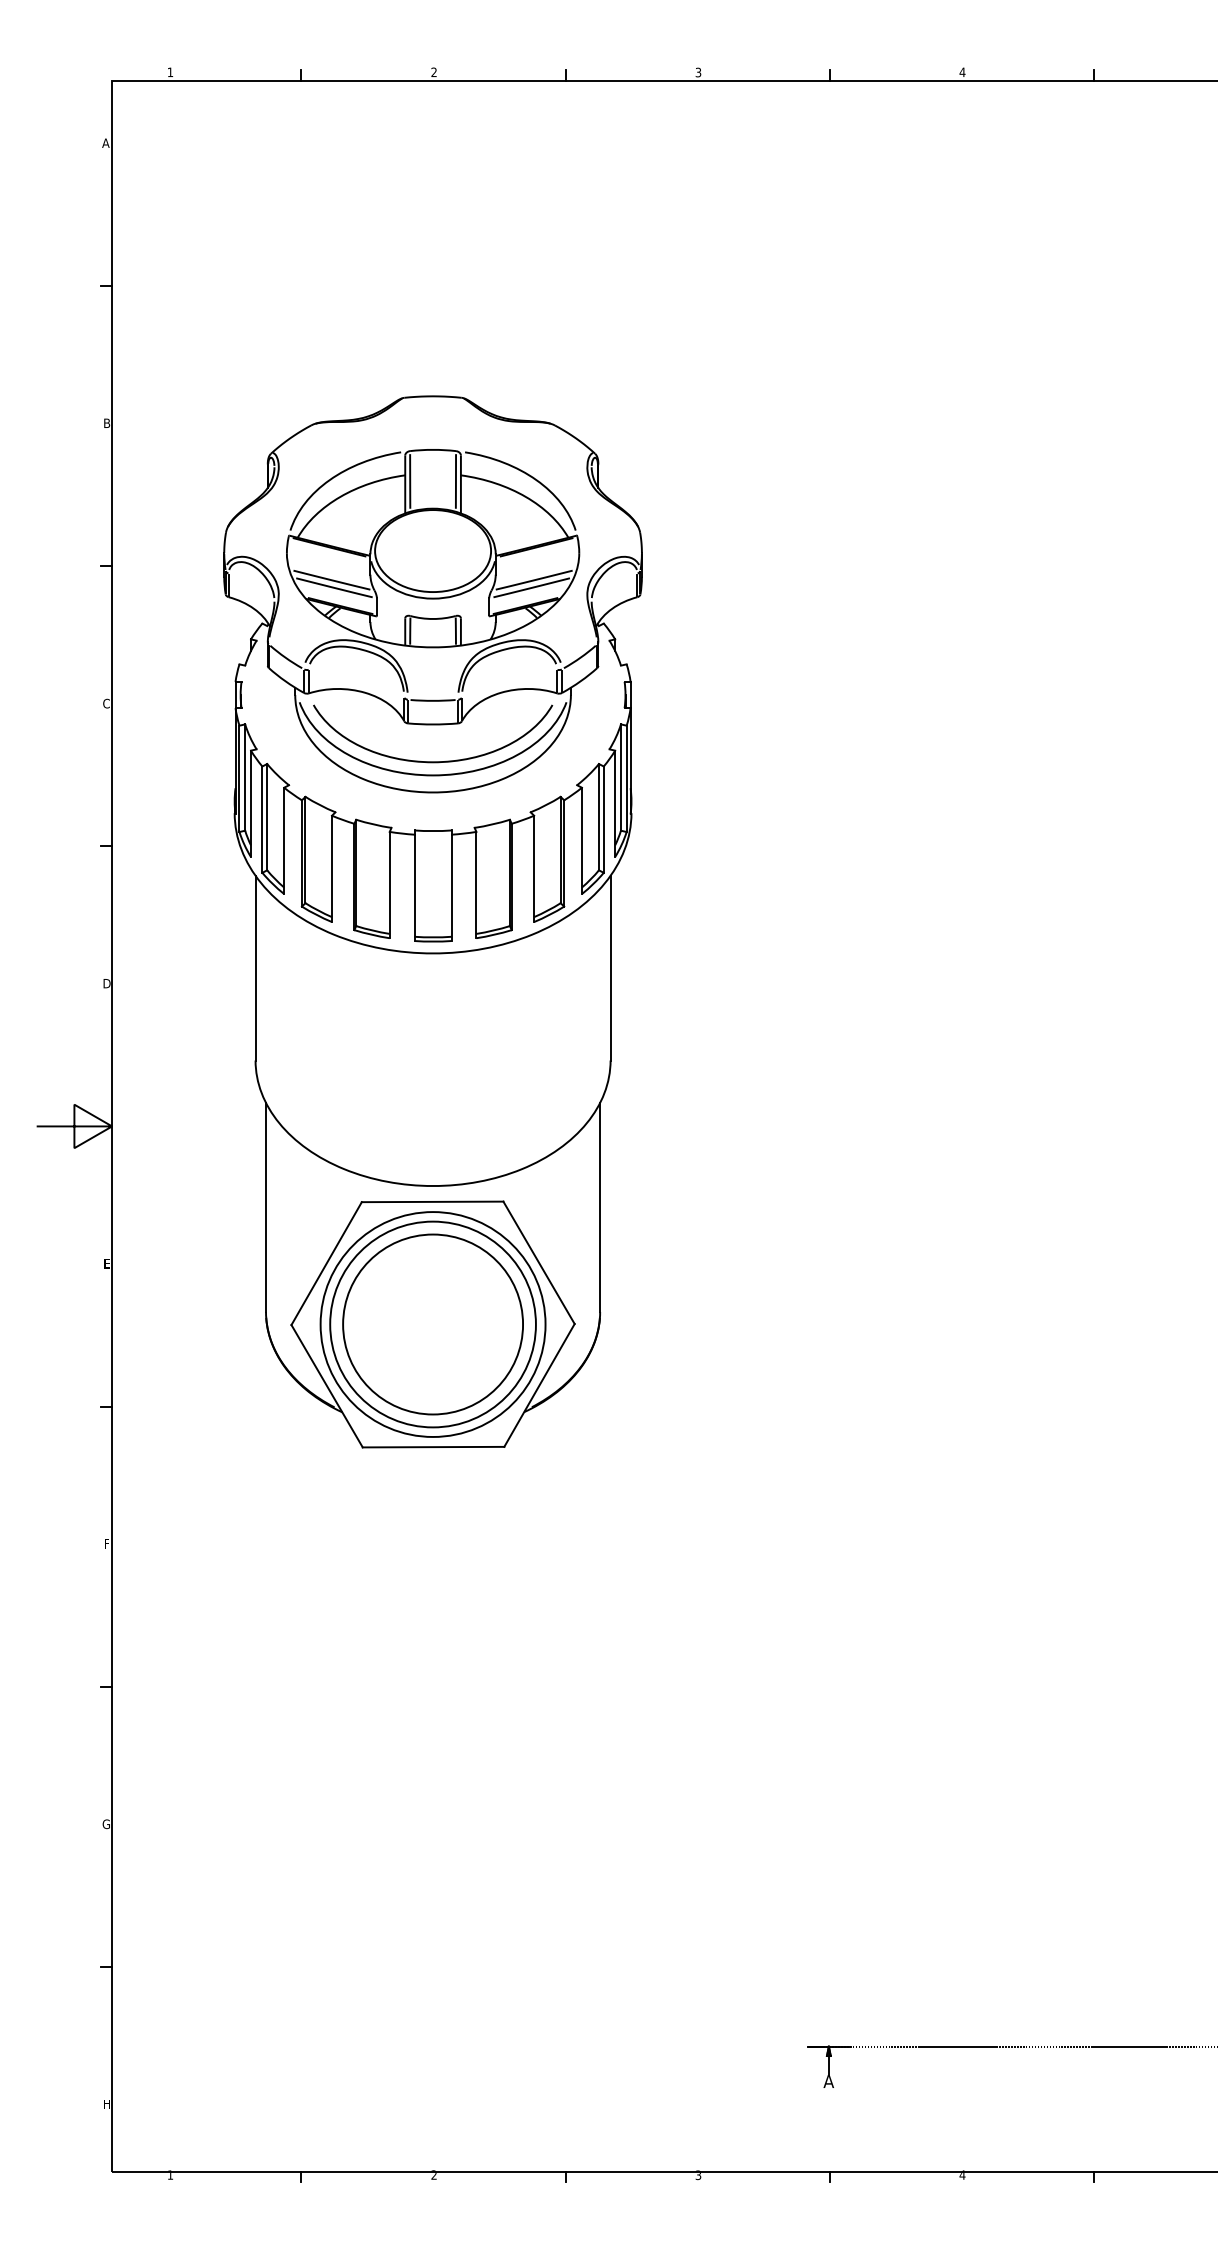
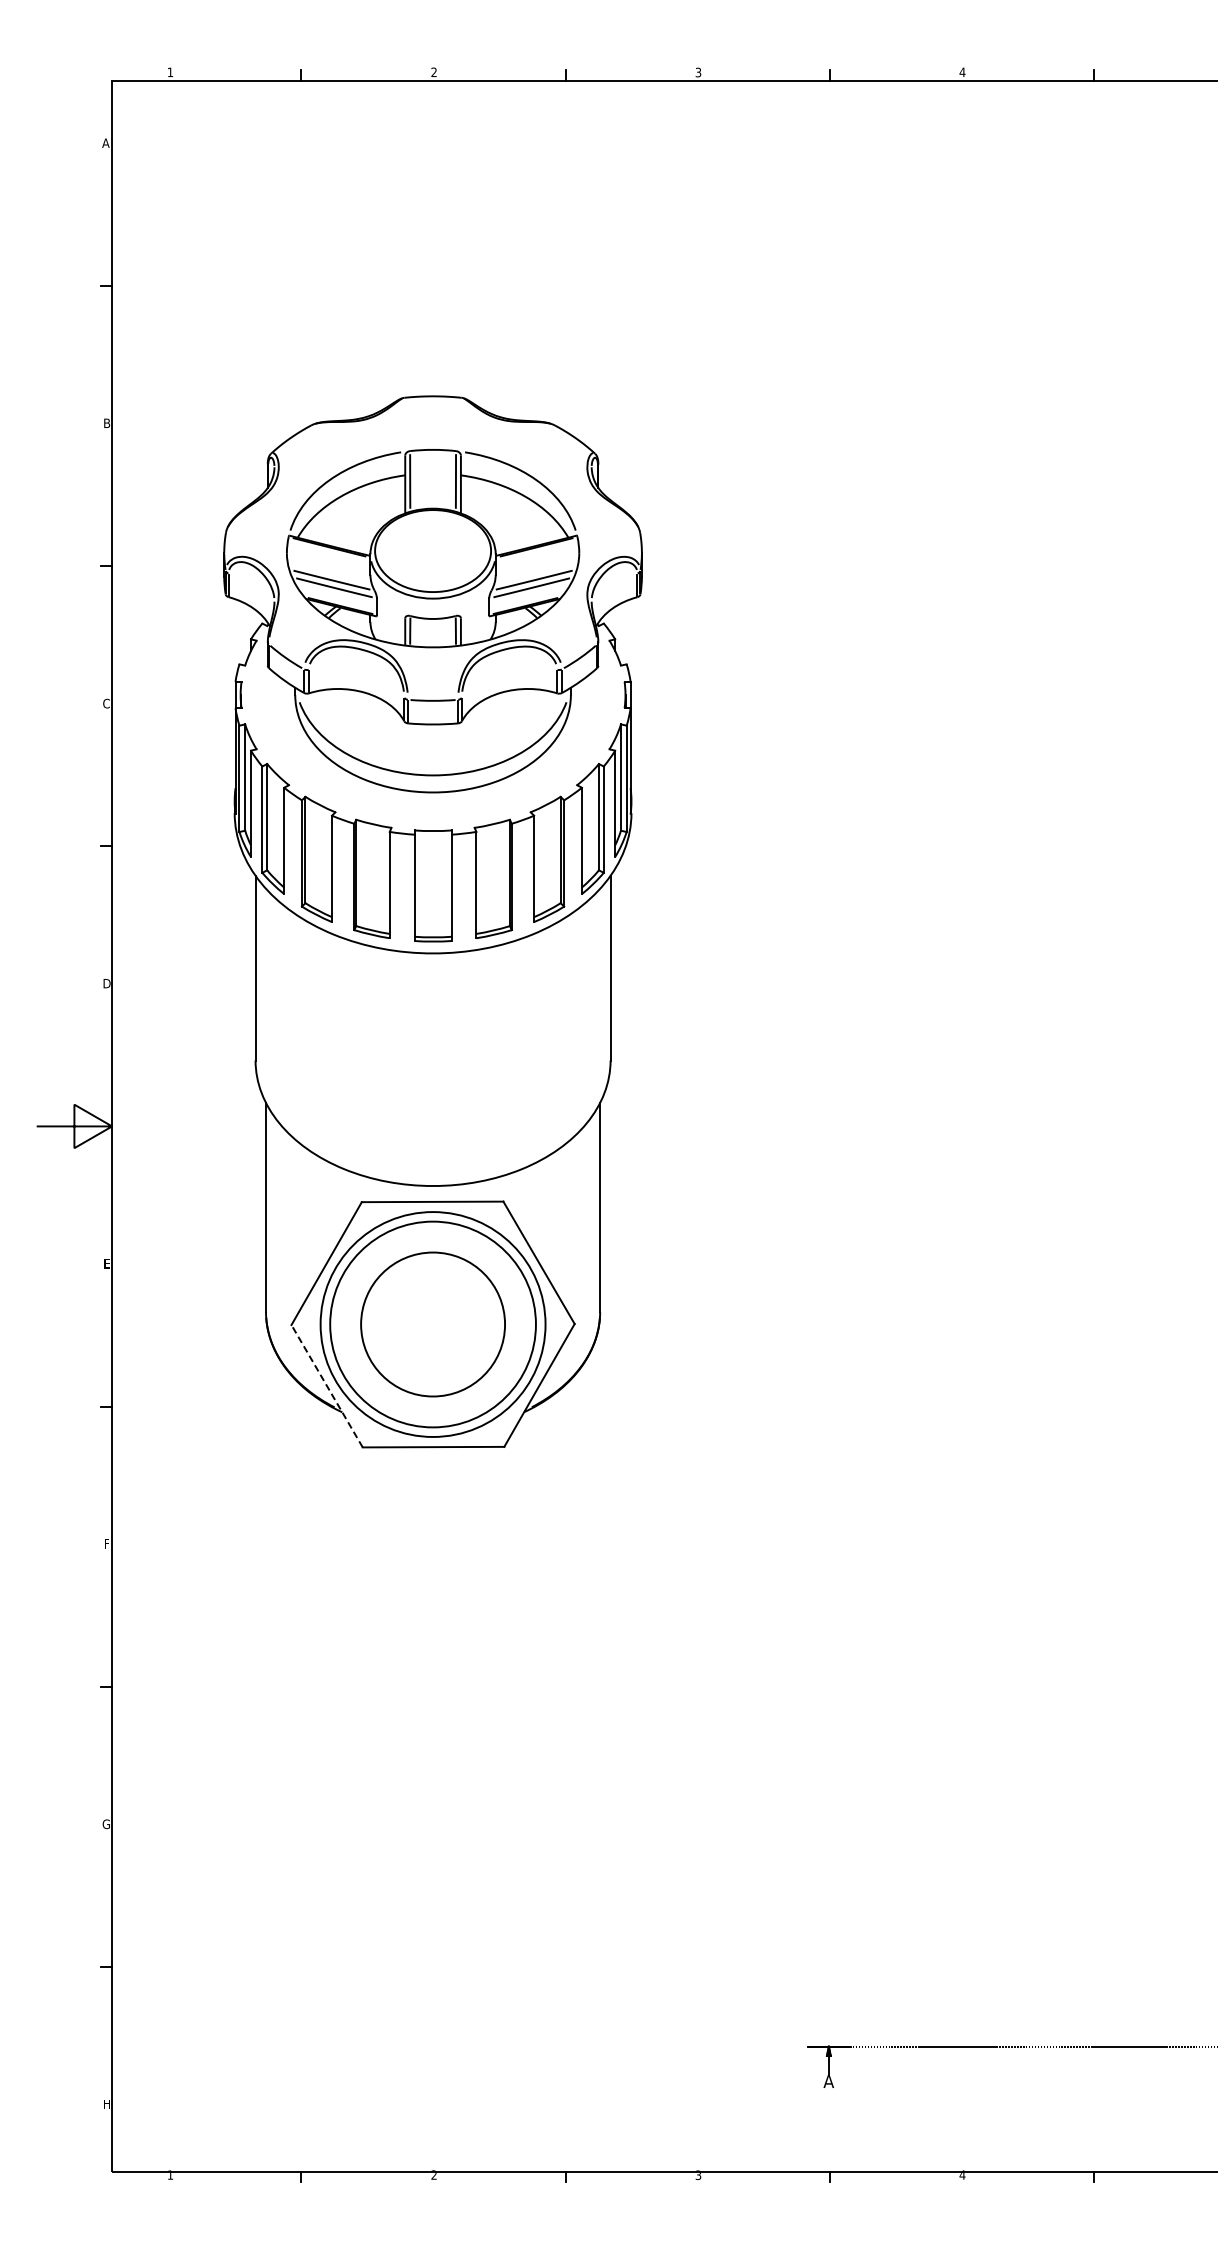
curve at (433, 761): present -> none
circle at (433, 1324) diameter: 180 px -> 144 px
line at (327, 1386): solid -> dashed
